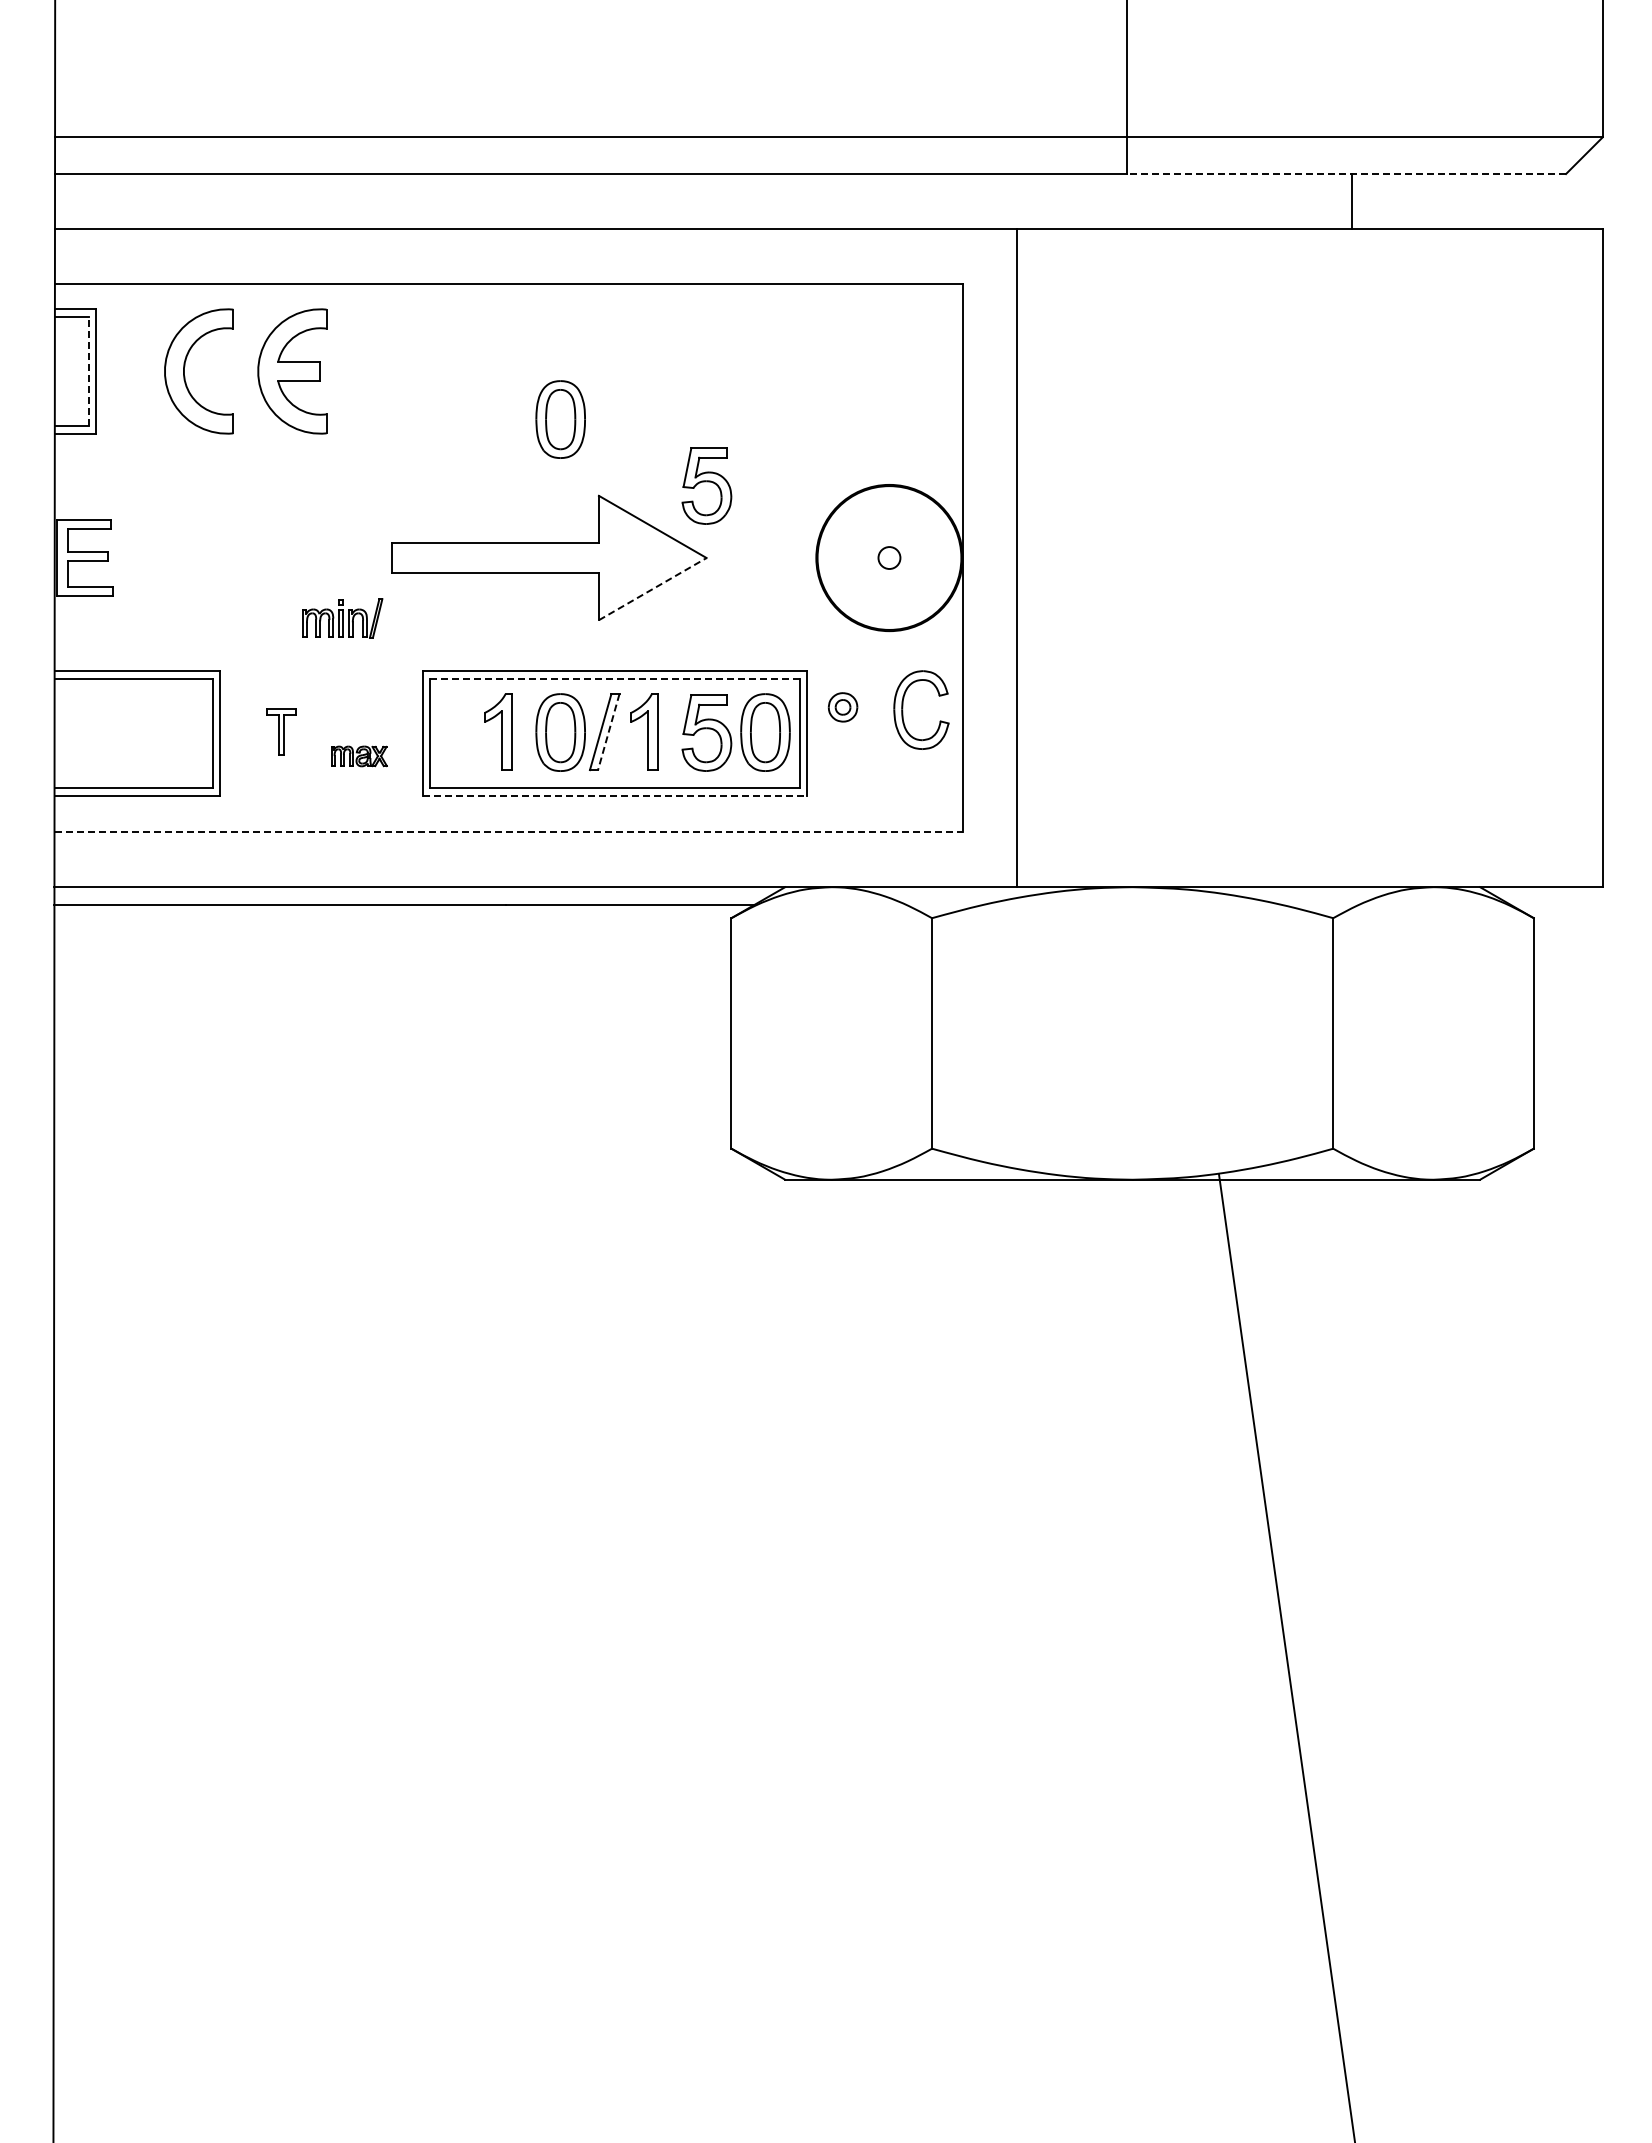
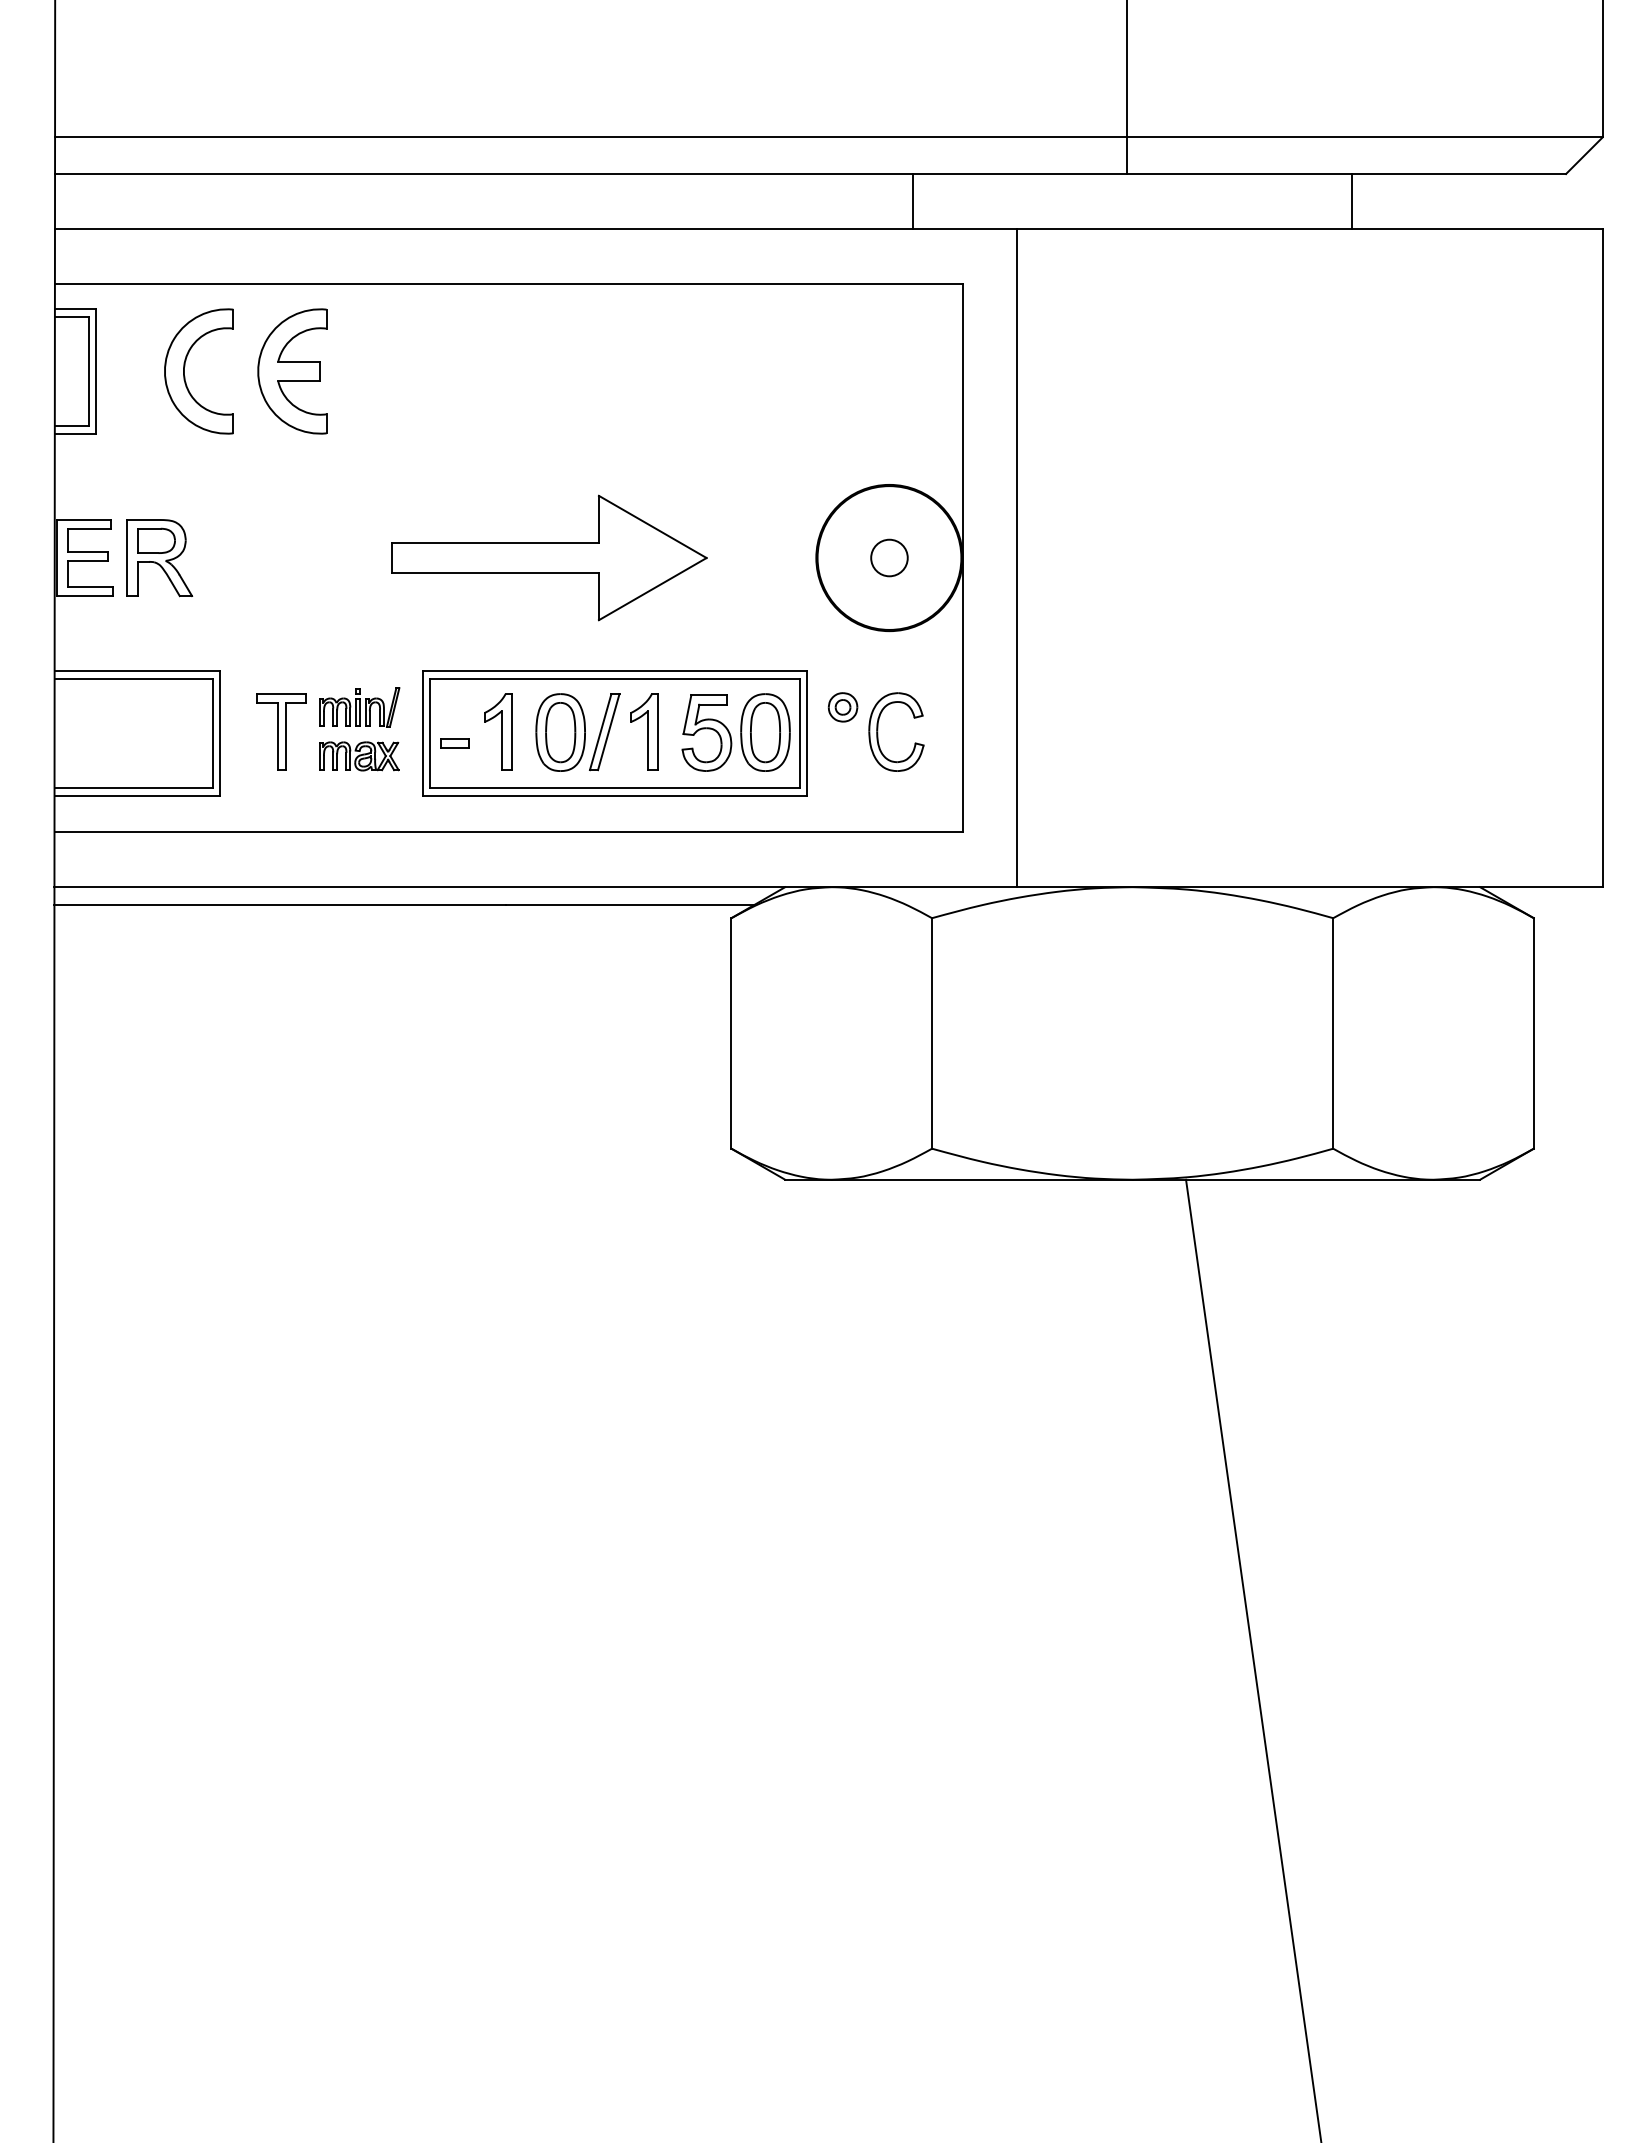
line at (1346, 174): dashed -> solid
line at (913, 201): none -> present
line at (88, 371): dashed -> solid
part at (560, 419): present -> none
part at (706, 485): present -> none
part at (159, 558): none -> present
circle at (889, 558) diameter: 22 px -> 37 px
line at (653, 588): dashed -> solid
part at (342, 618) position: (342, 618) -> (359, 707)
line at (615, 678): dashed -> solid
part at (903, 709) position: (903, 709) -> (878, 731)
part at (281, 731) size: 31x48 px -> 51x78 px
line at (608, 732): dashed -> solid
part at (454, 743): none -> present
part at (359, 756) size: 57x23 px -> 81x31 px
line at (615, 795): dashed -> solid
line at (509, 832): dashed -> solid
line at (1286, 1656) position: (1286, 1656) -> (1253, 1659)
